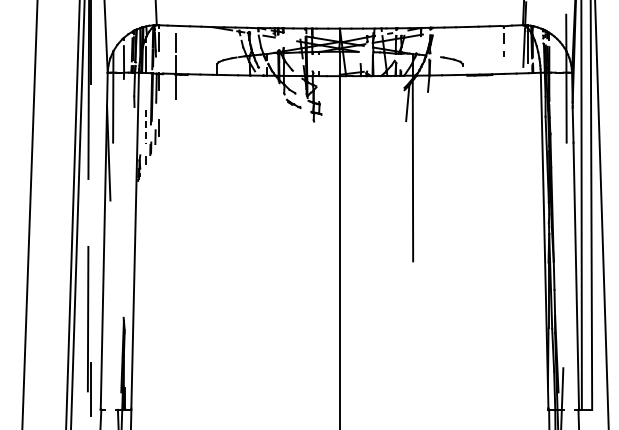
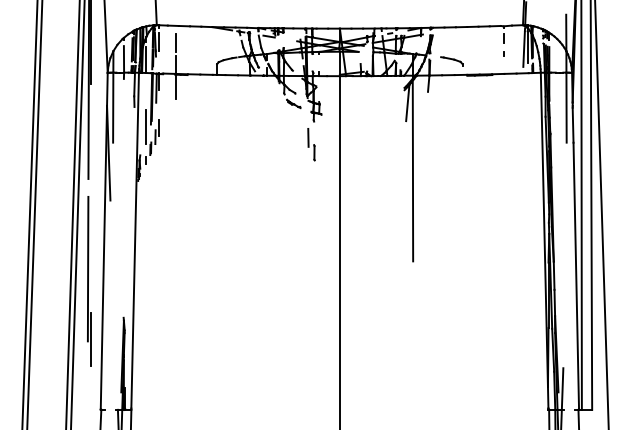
line at (146, 127): dashed -> solid
part at (311, 144): none -> present
line at (34, 214): none -> present
part at (89, 331) position: (89, 331) -> (89, 281)
